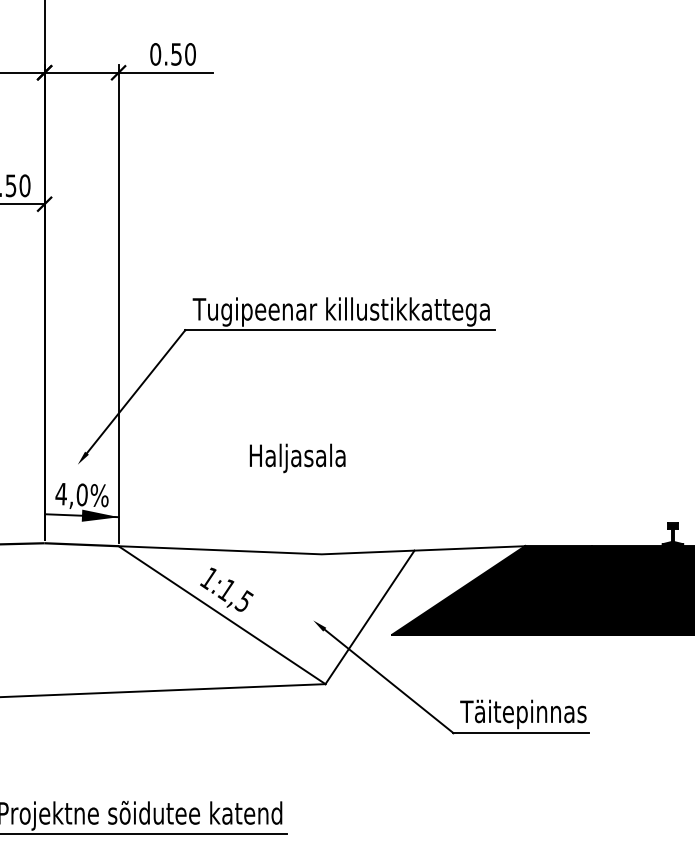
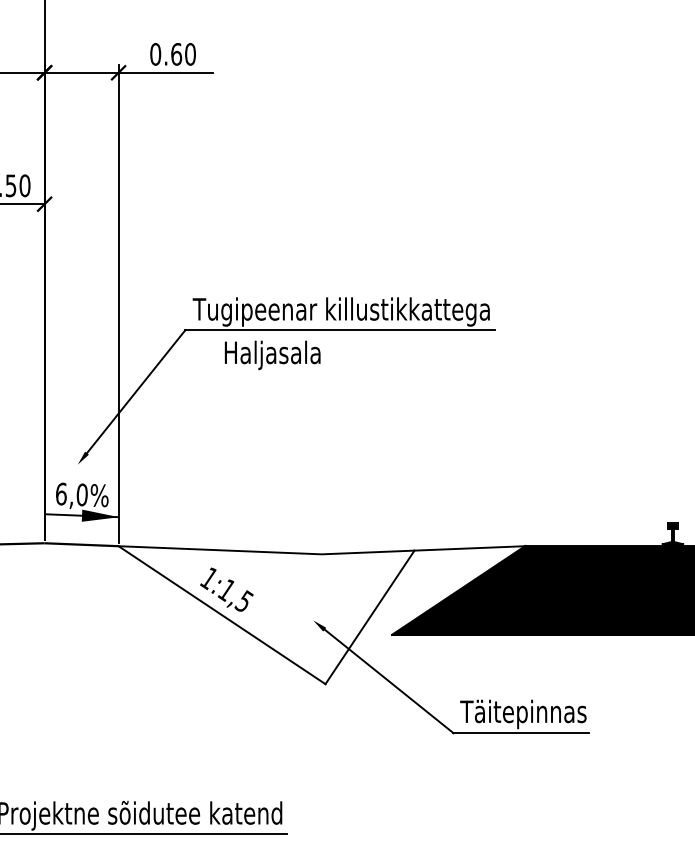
text at (176, 54): 0.50 -> 0.60
text at (297, 458) position: (297, 458) -> (272, 355)
text at (60, 493): 4,0%%% -> 6,0%%%
line at (163, 690): present -> none
